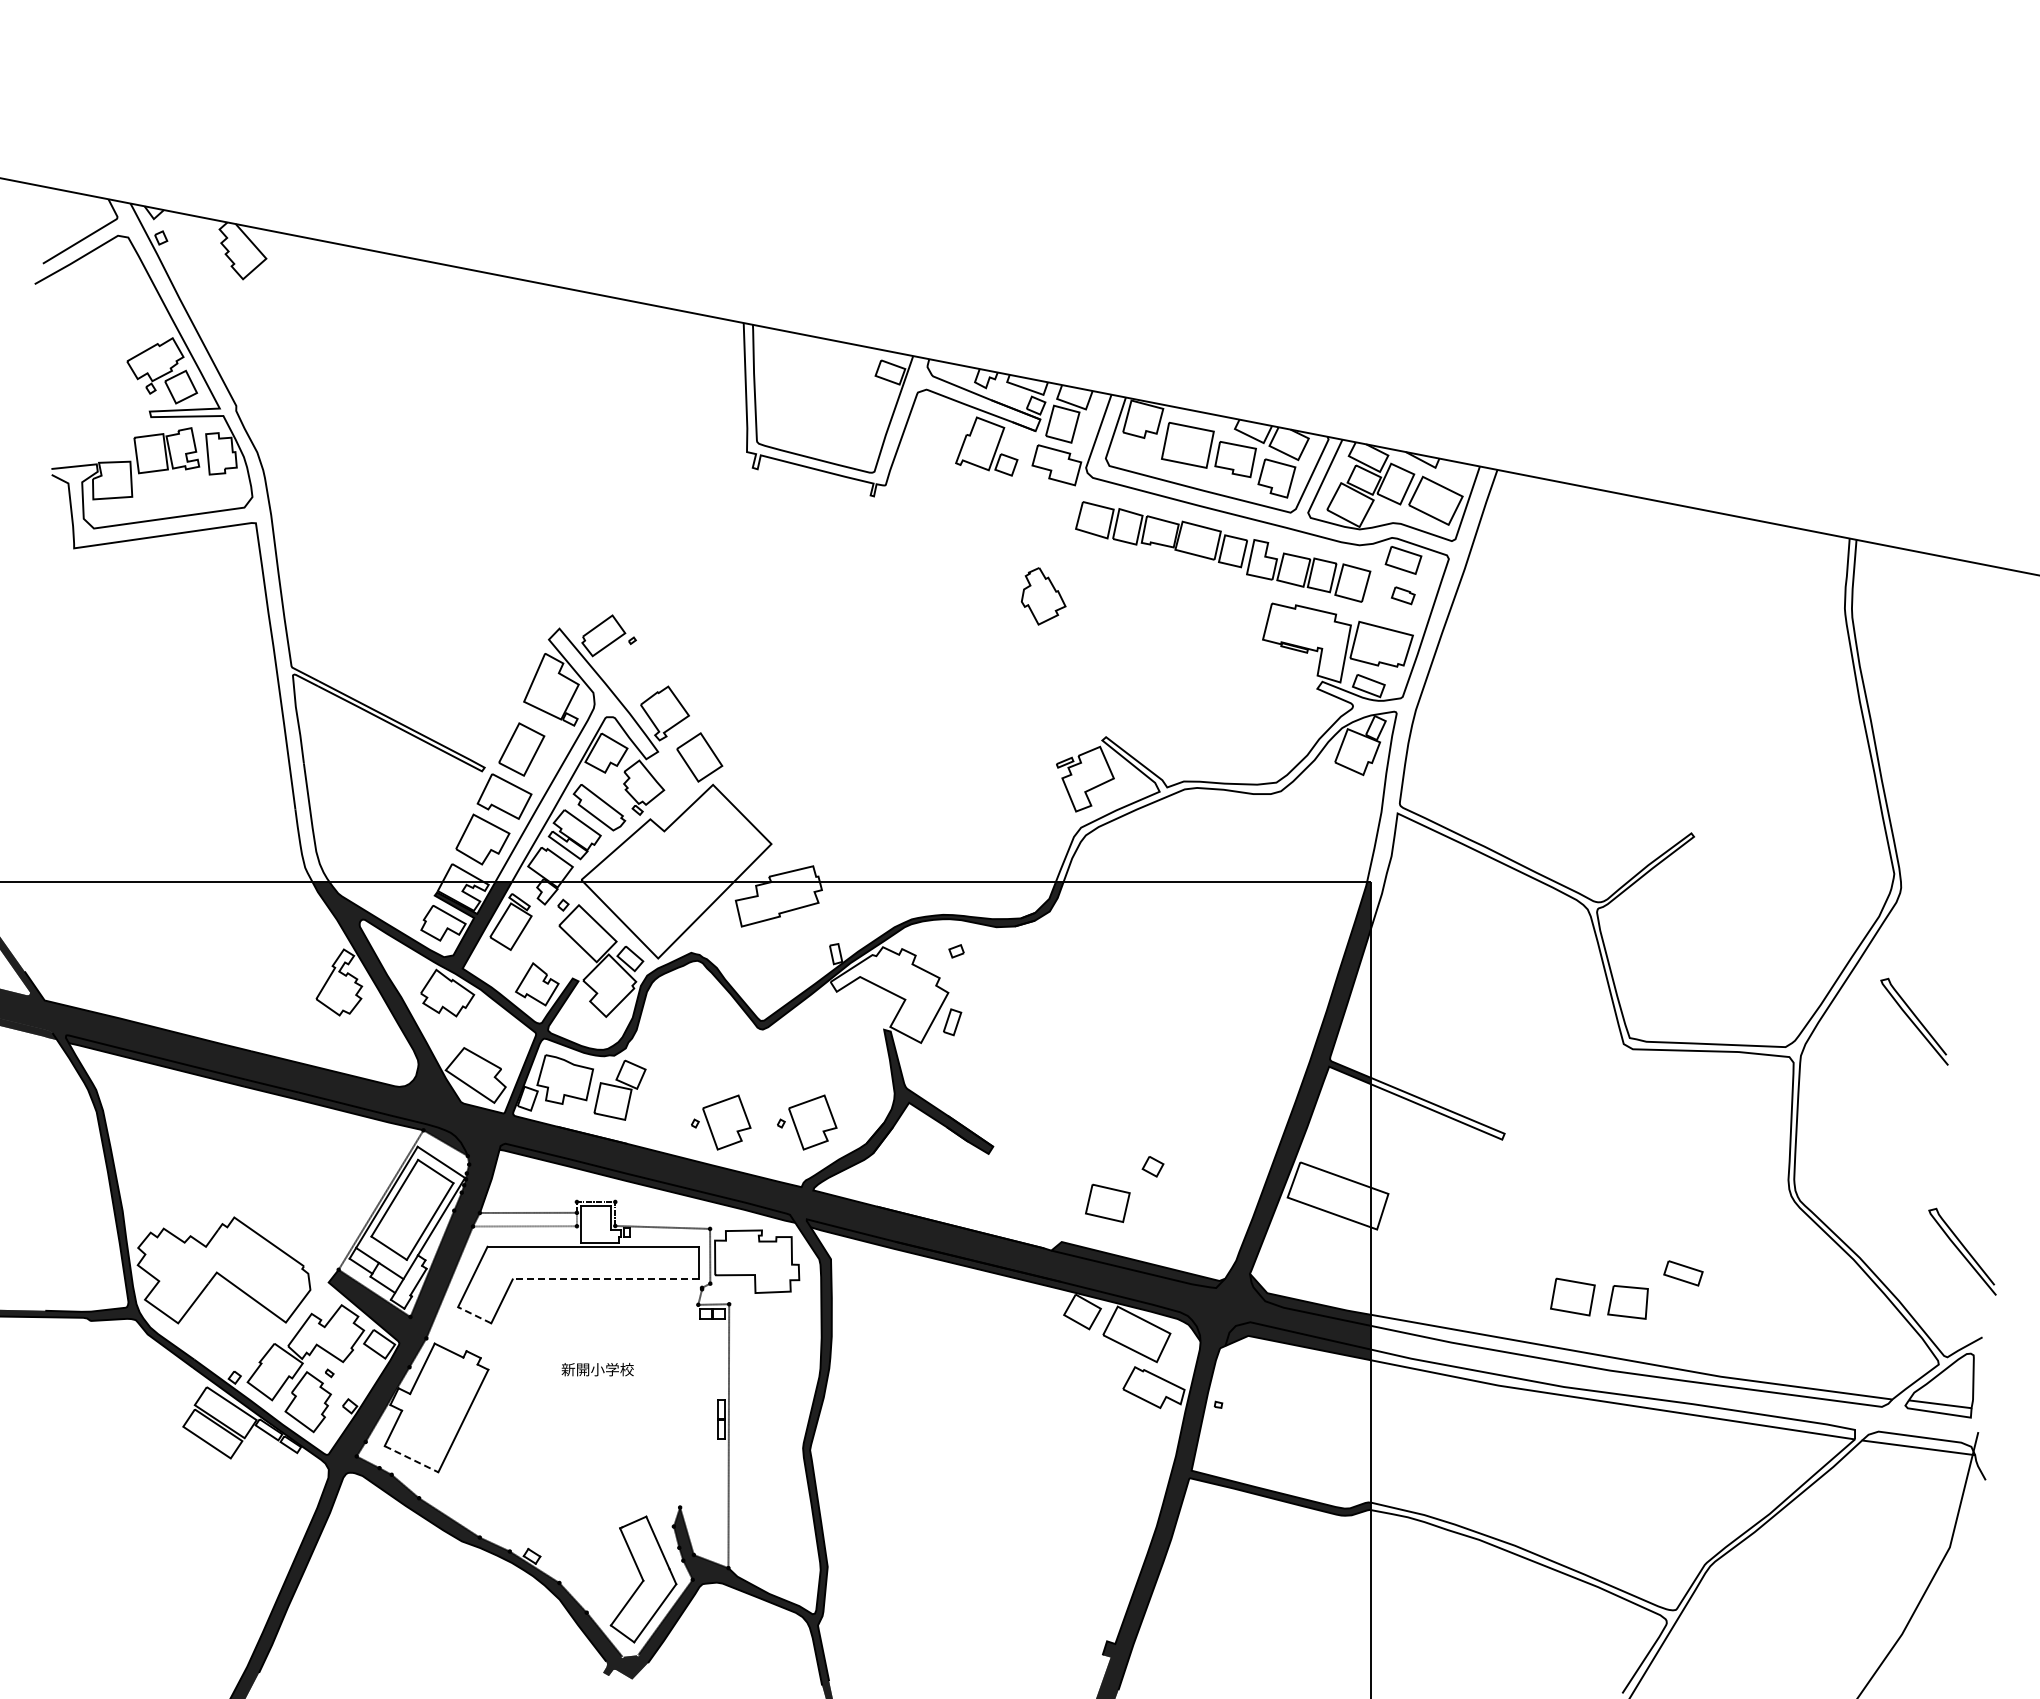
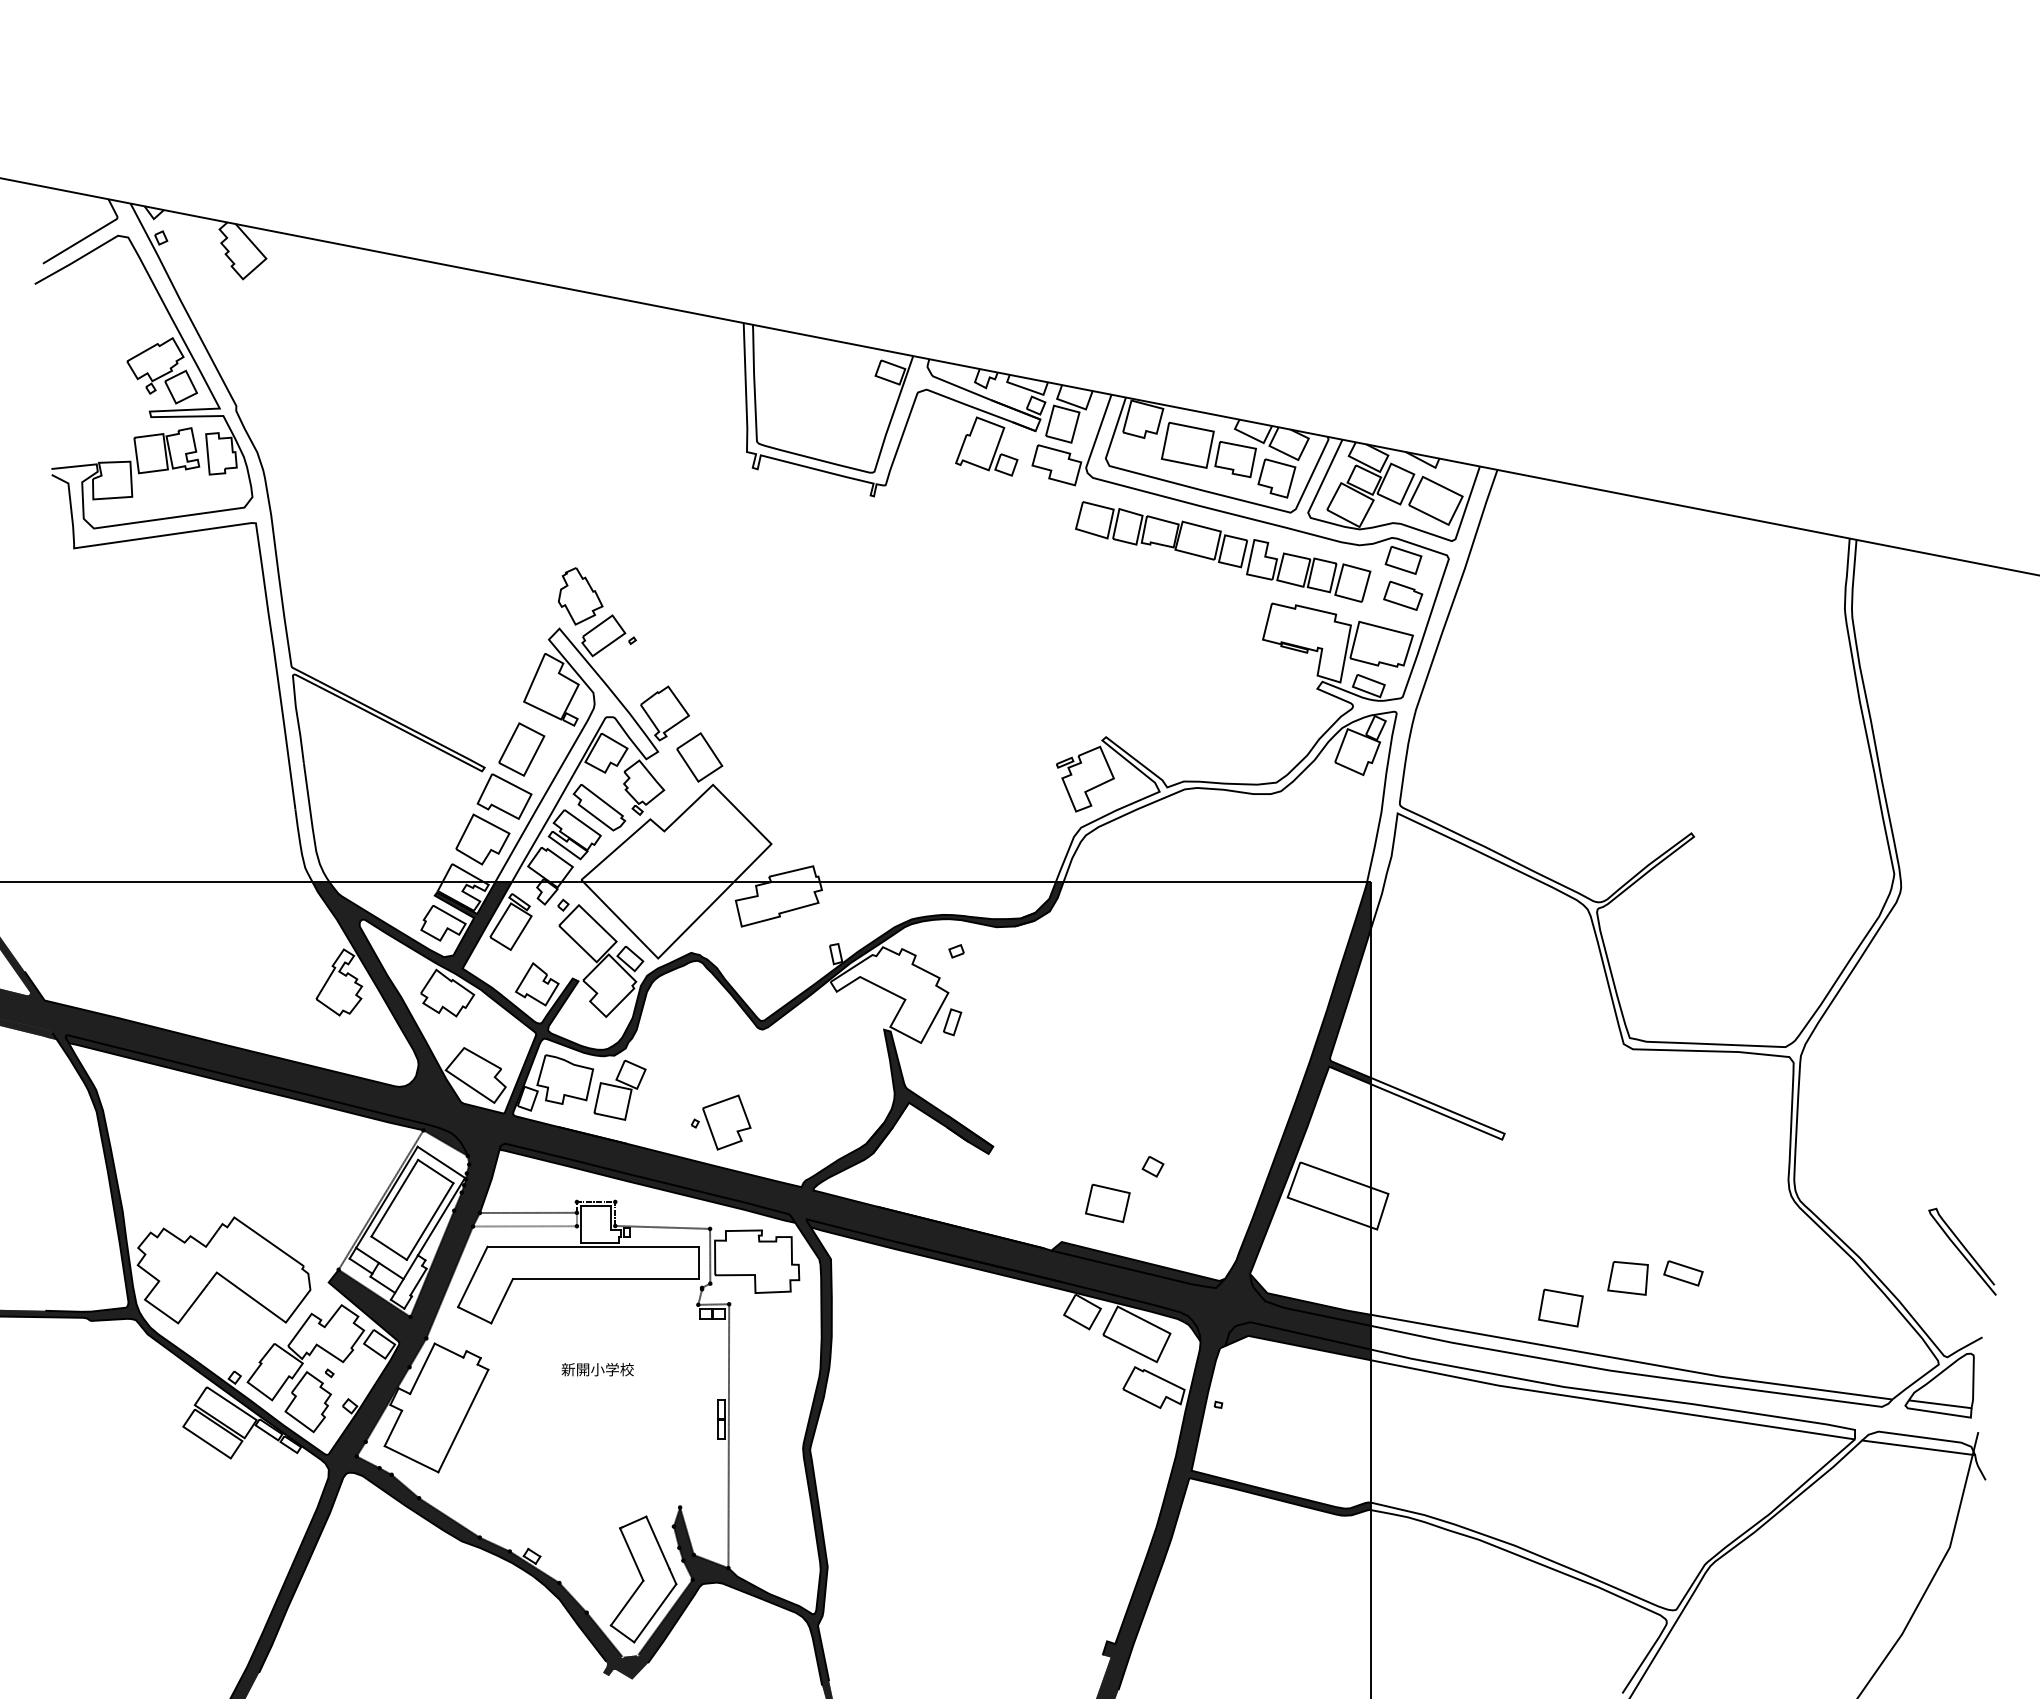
part at (1402, 595) size: 26x20 px -> 41x31 px
part at (1043, 596) position: (1043, 596) -> (580, 596)
curve at (1913, 1021): present -> none
part at (807, 1122): present -> none
line at (605, 1279): dashed -> solid
part at (1572, 1296) position: (1572, 1296) -> (1560, 1307)
part at (1627, 1302) position: (1627, 1302) -> (1627, 1278)
line at (474, 1315): dashed -> solid
line at (411, 1459): dashed -> solid
